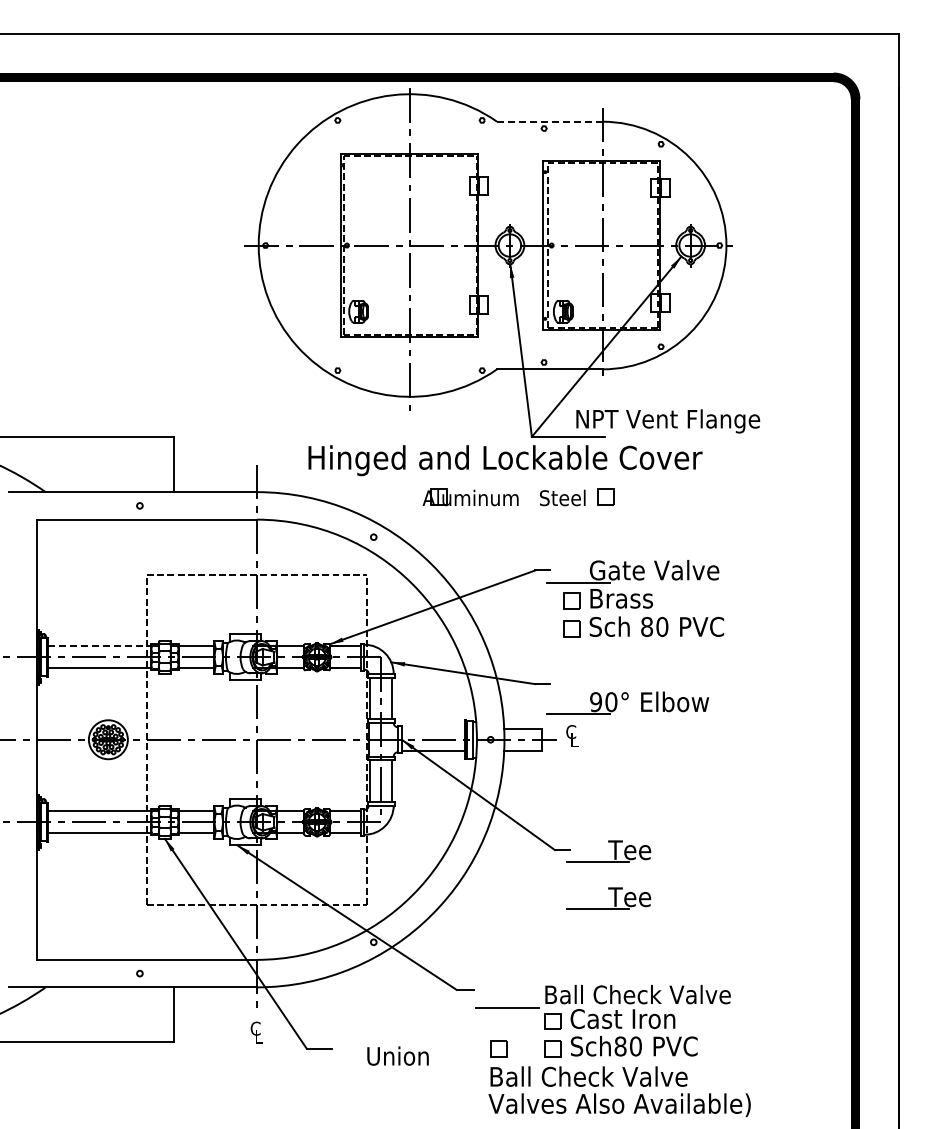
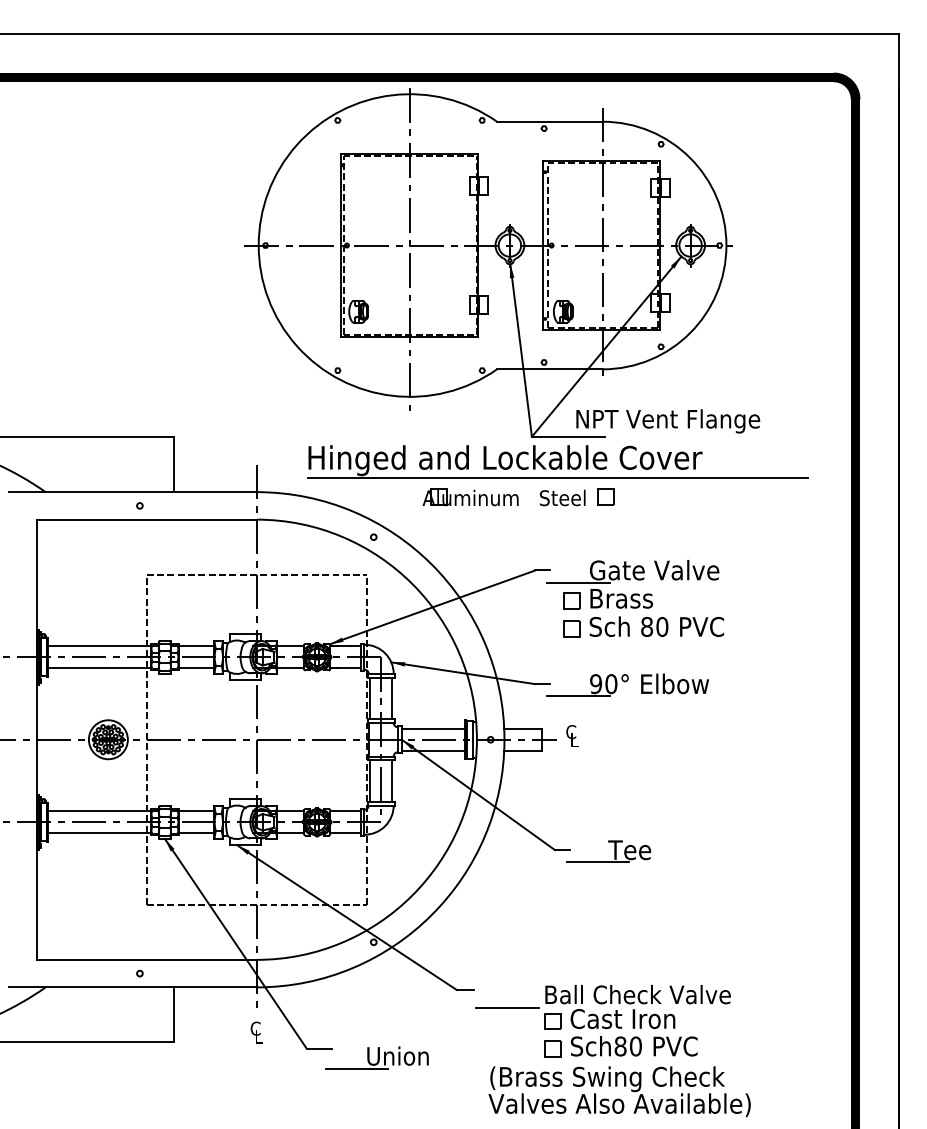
line at (549, 121): dashed -> solid
line at (558, 477): none -> present
line at (100, 646): dashed -> solid
part at (627, 702) position: (627, 702) -> (627, 684)
line at (433, 728): none -> present
part at (608, 898): present -> none
part at (498, 1048): present -> none
line at (356, 1068): none -> present
text at (607, 1079): Ball Check Valve -> (Brass Swing Check
